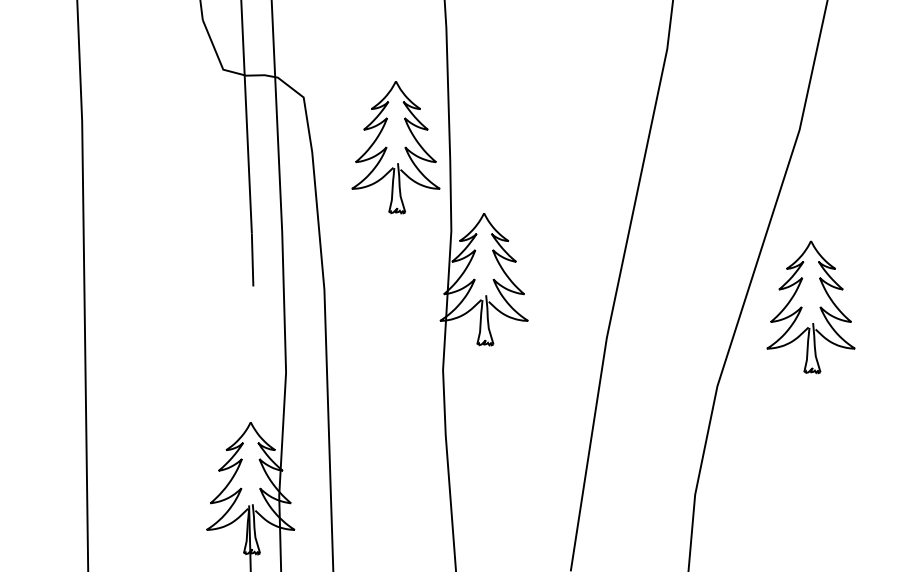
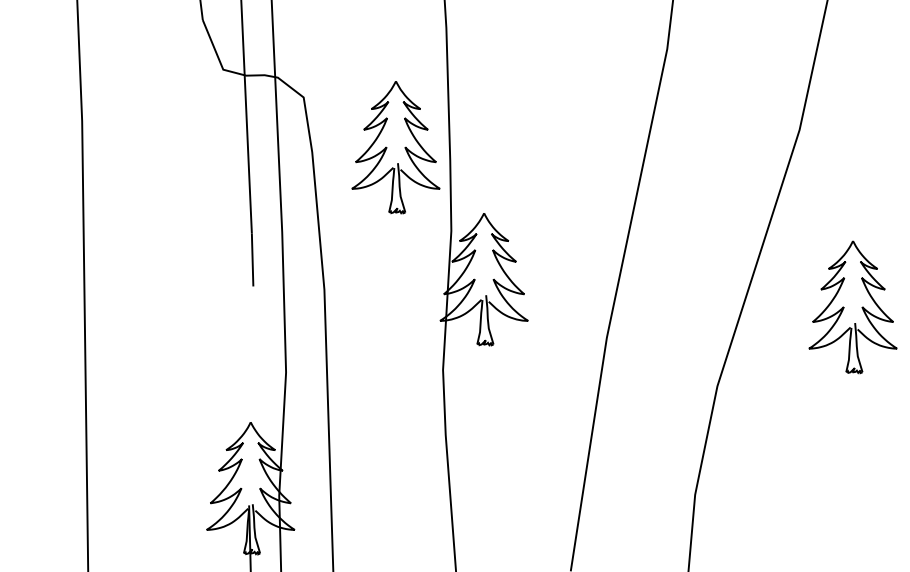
part at (810, 307) position: (810, 307) -> (852, 307)
